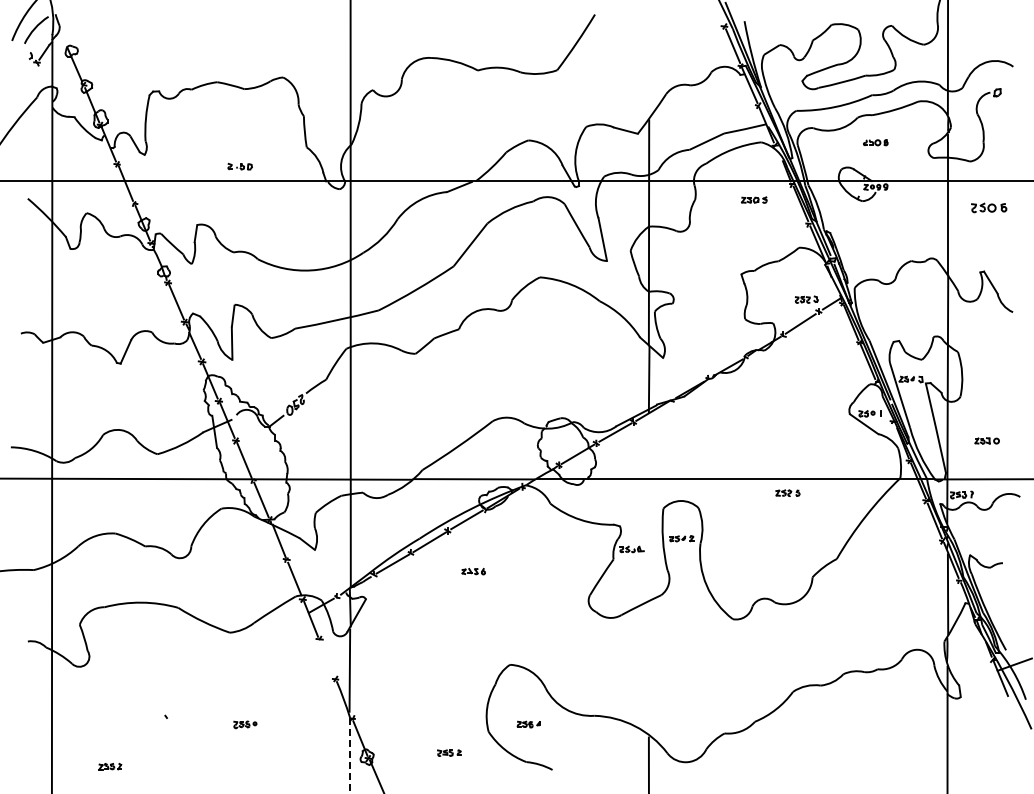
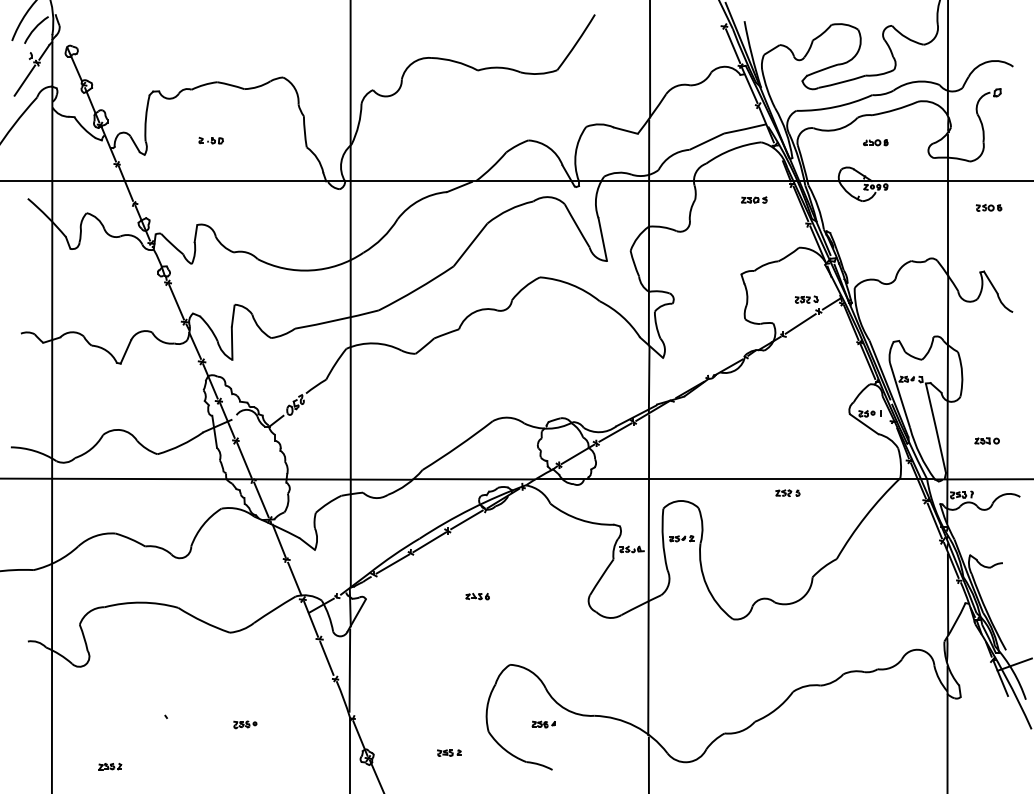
line at (650, 59): none -> present
line at (24, 80): none -> present
part at (239, 166) position: (239, 166) -> (210, 140)
part at (989, 207) size: 37x12 px -> 28x8 px
part at (473, 571) position: (473, 571) -> (477, 596)
line at (648, 575): none -> present
line at (326, 657): none -> present
part at (528, 724) position: (528, 724) -> (543, 724)
line at (350, 755): dashed -> solid
